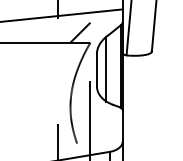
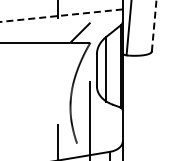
line at (61, 15): solid -> dashed
line at (154, 25): solid -> dashed
